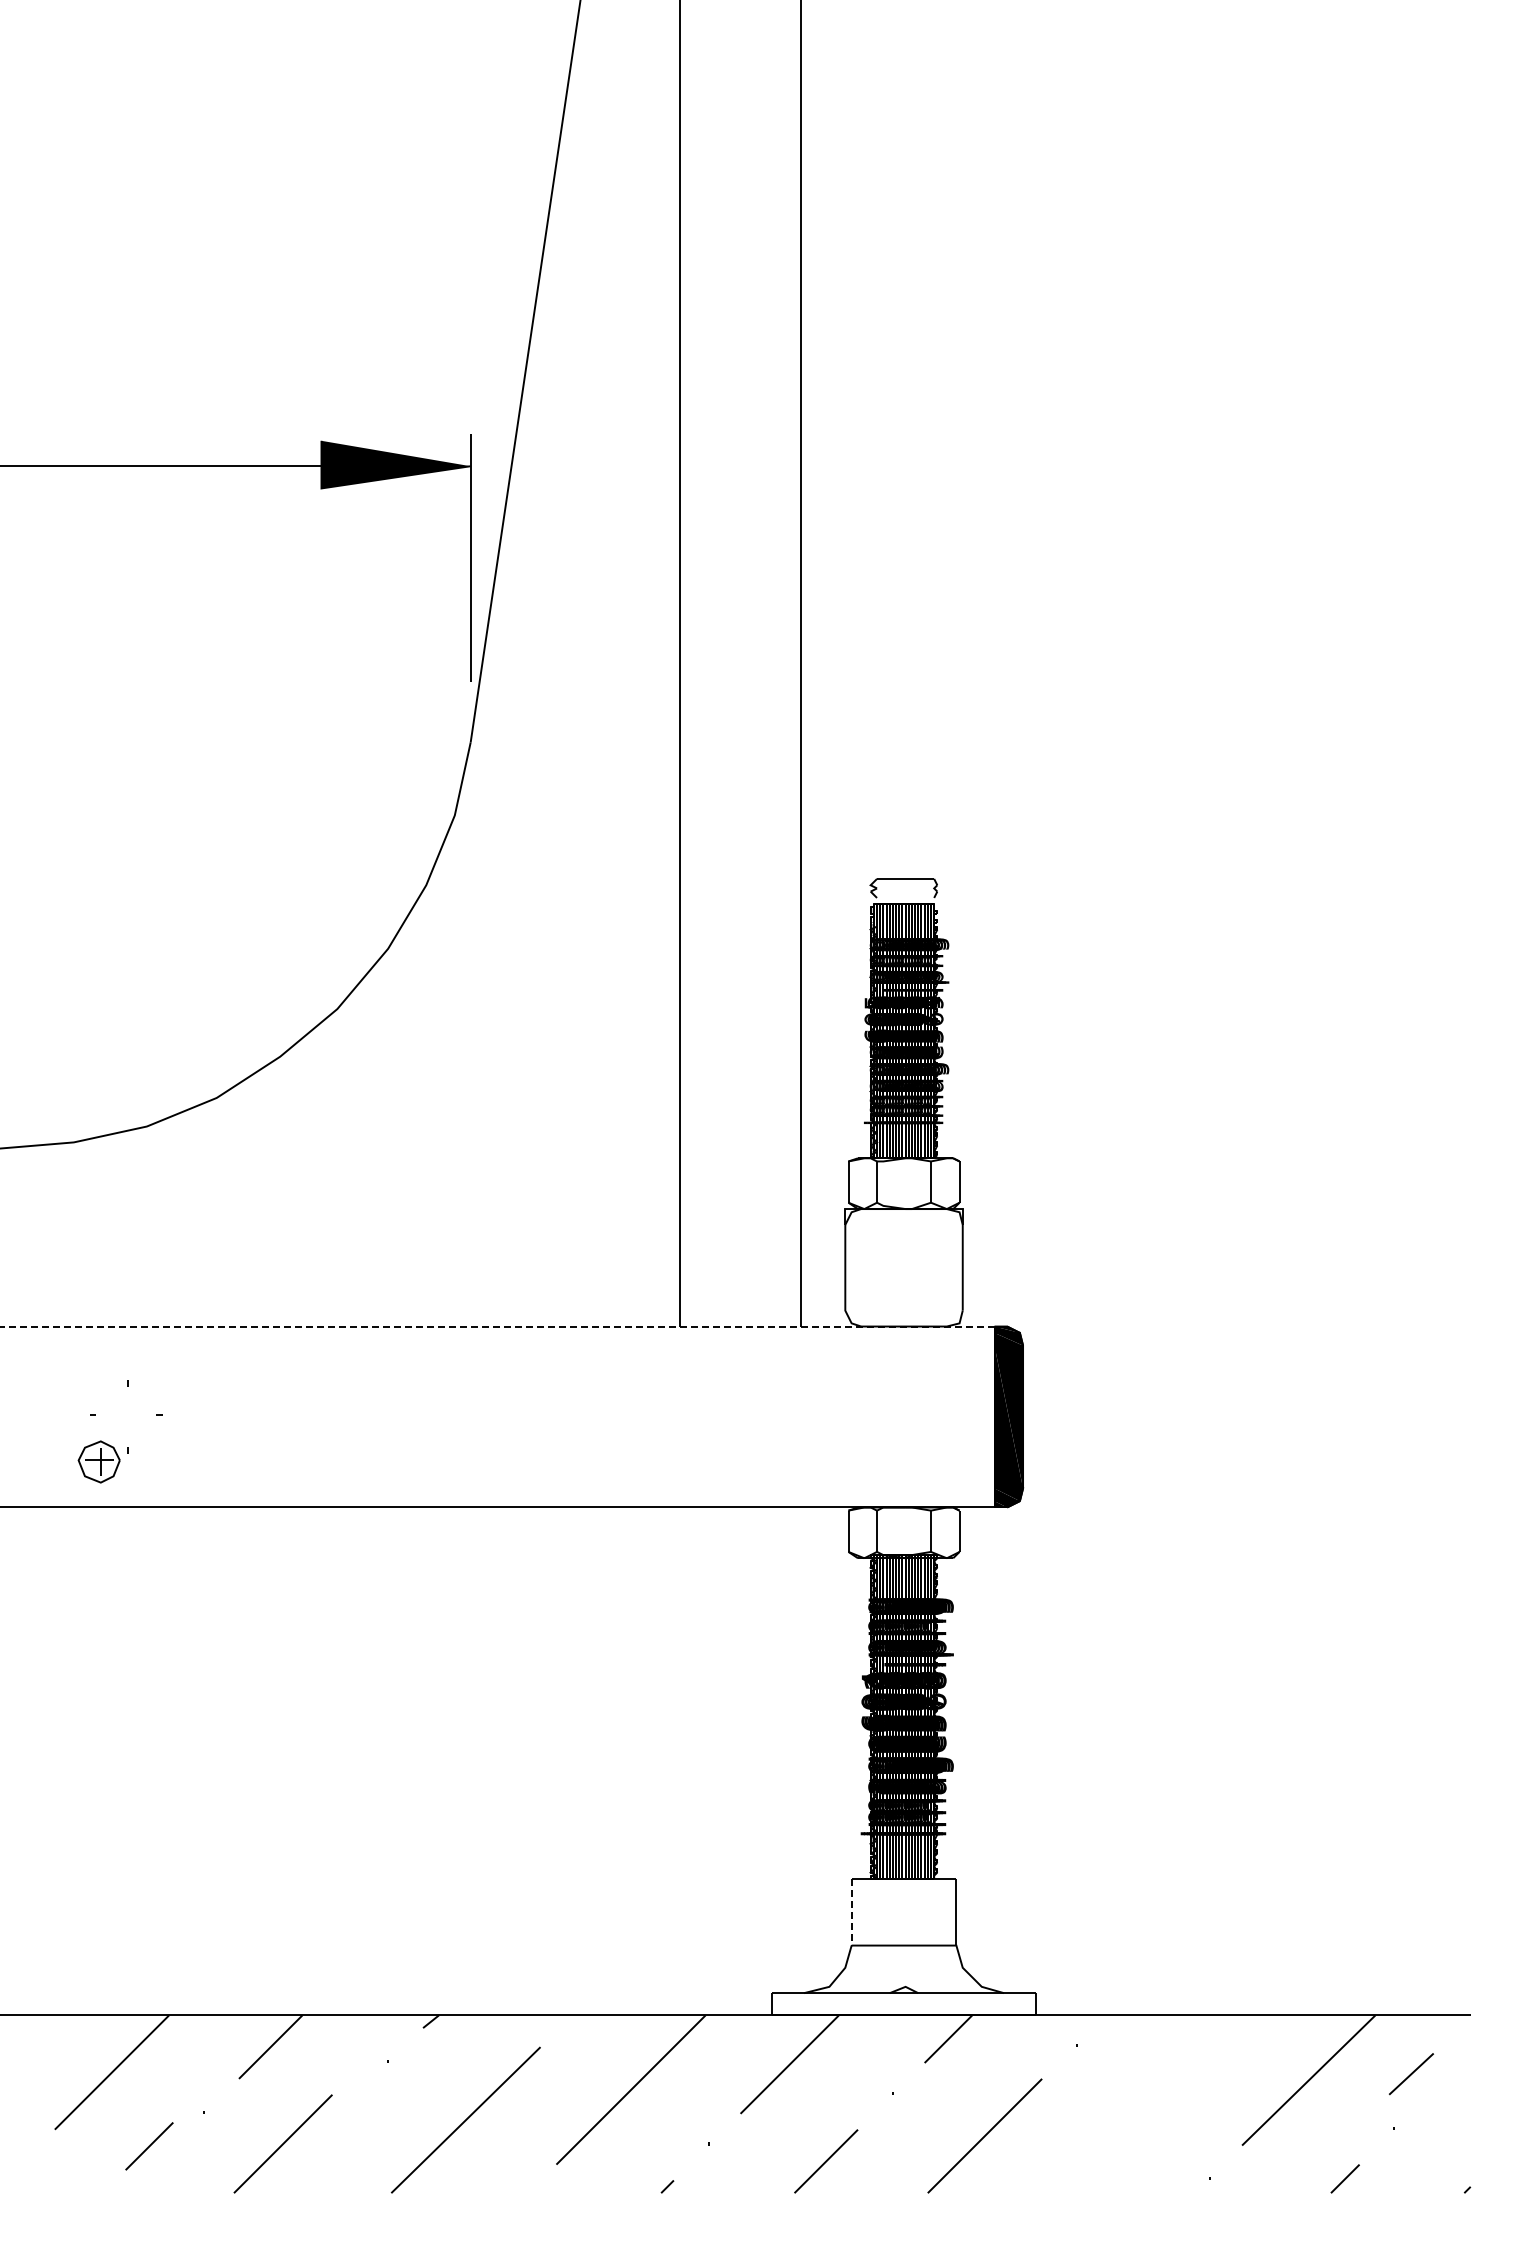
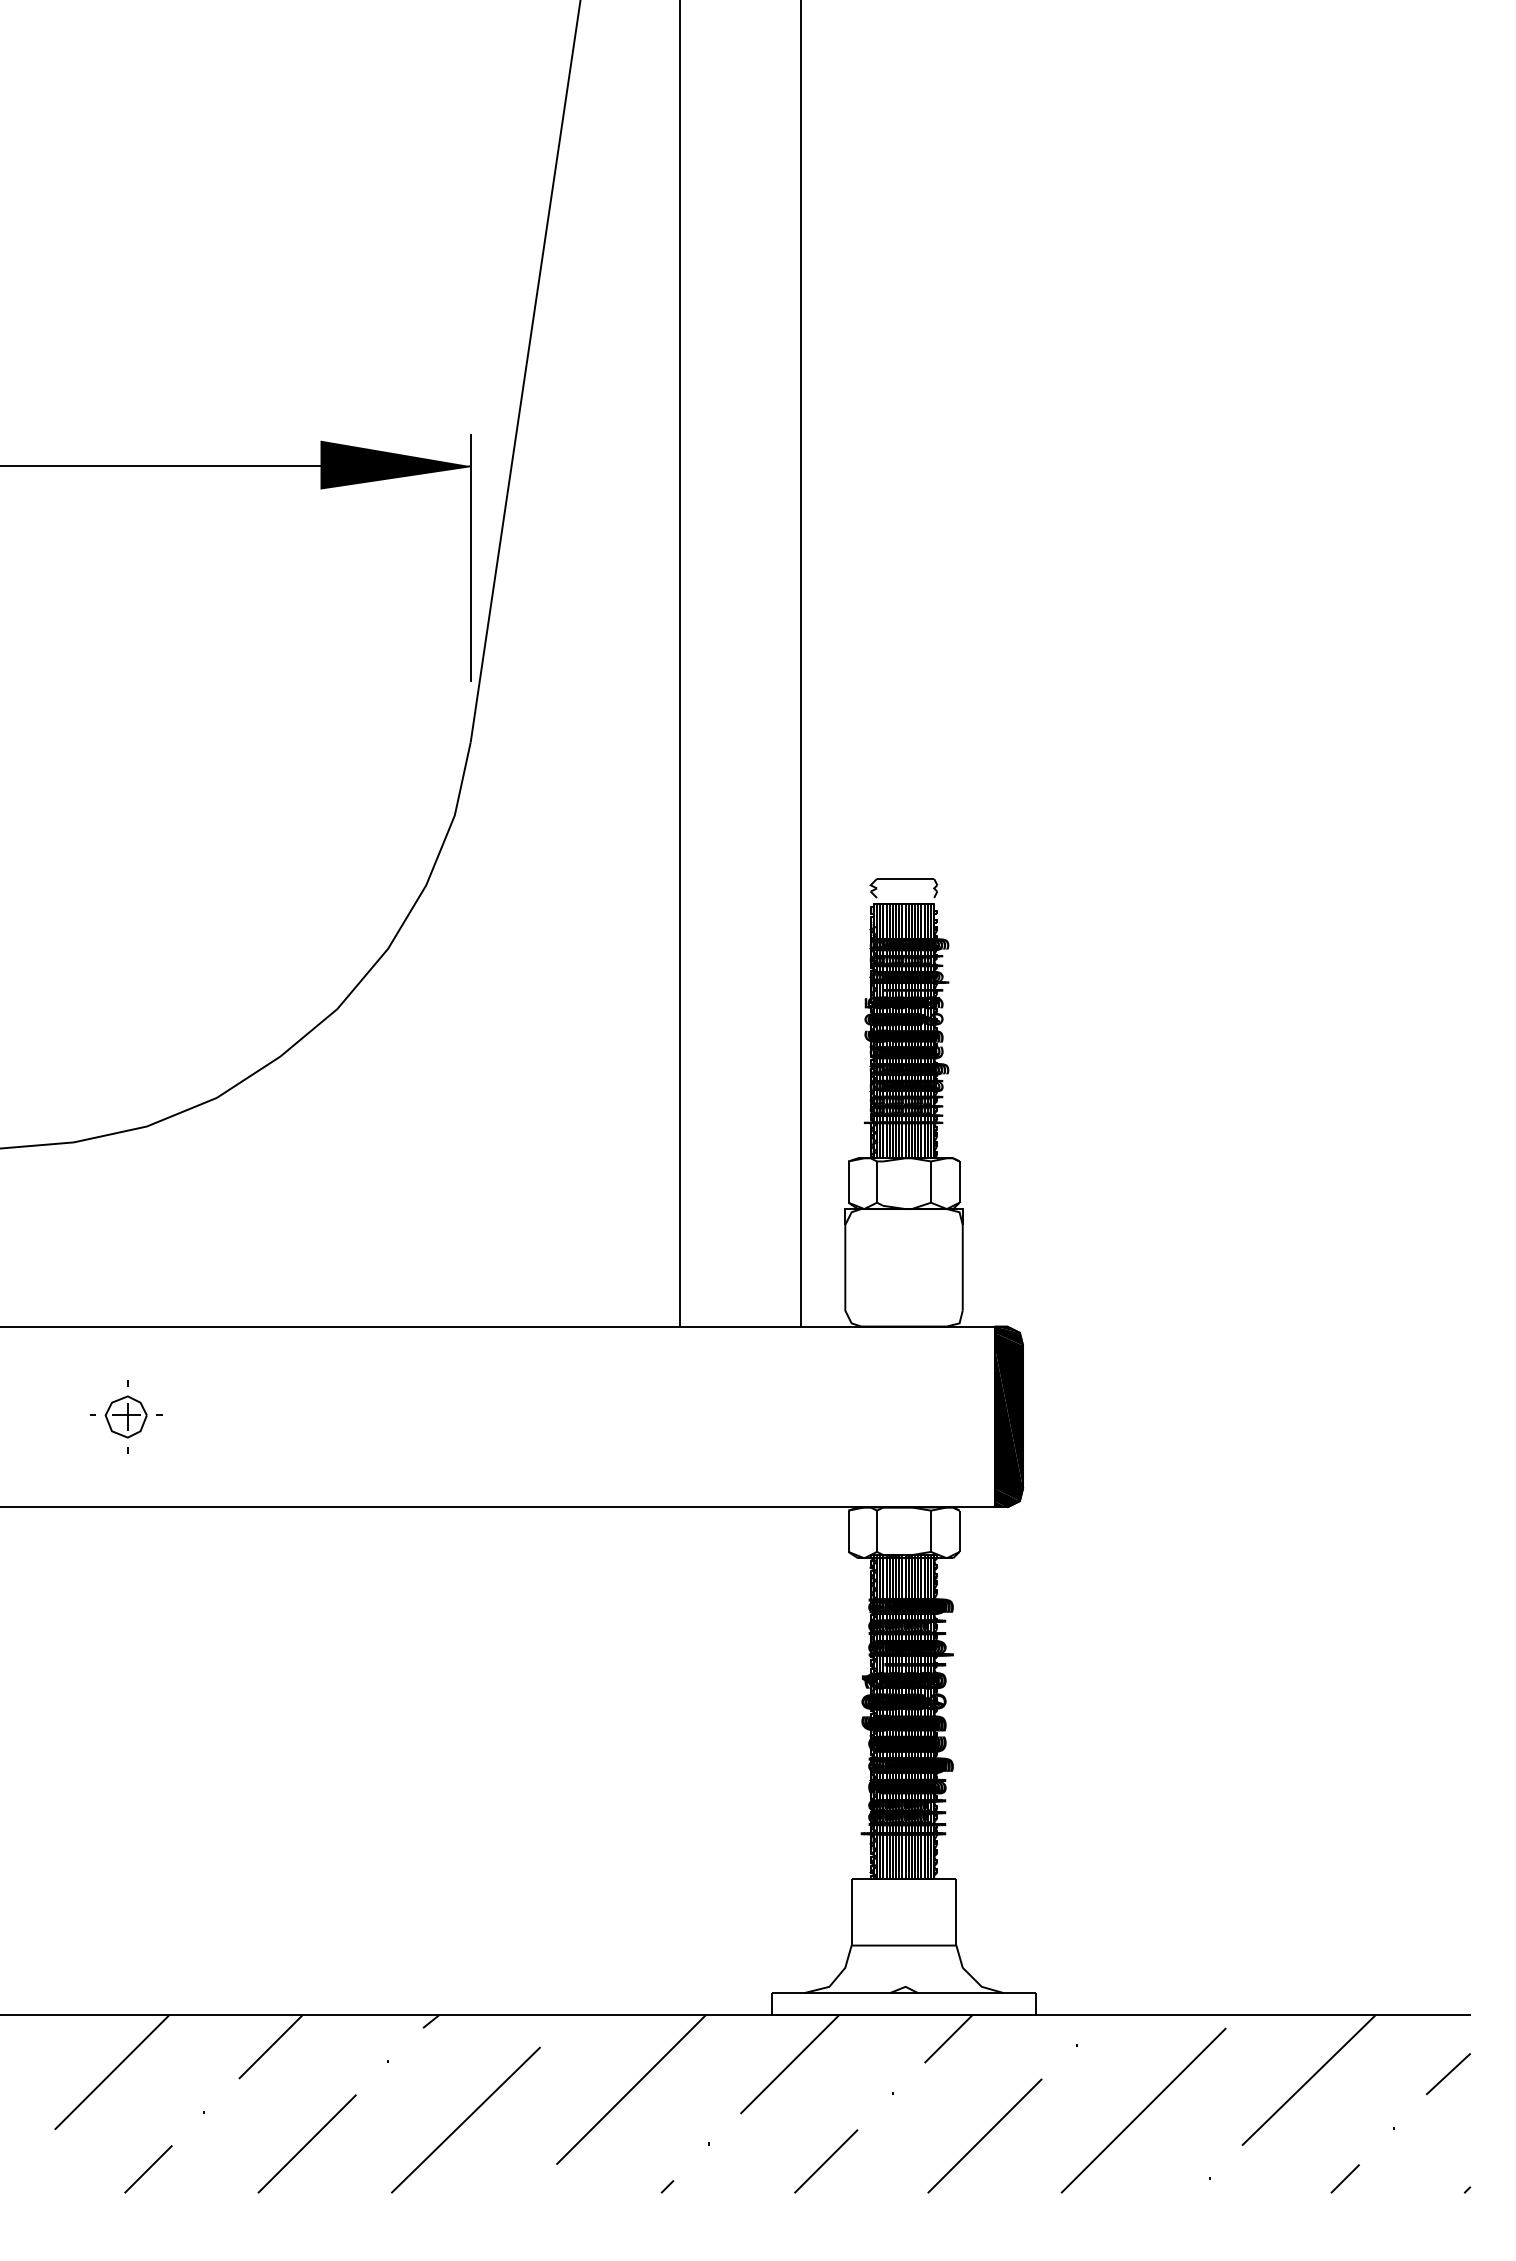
line at (497, 1326): dashed -> solid
part at (98, 1461) position: (98, 1461) -> (125, 1416)
line at (851, 1912): dashed -> solid
line at (1411, 2074) position: (1411, 2074) -> (1448, 2074)
line at (1143, 2110): none -> present
line at (282, 2143) position: (282, 2143) -> (306, 2143)
line at (149, 2146) position: (149, 2146) -> (148, 2169)
